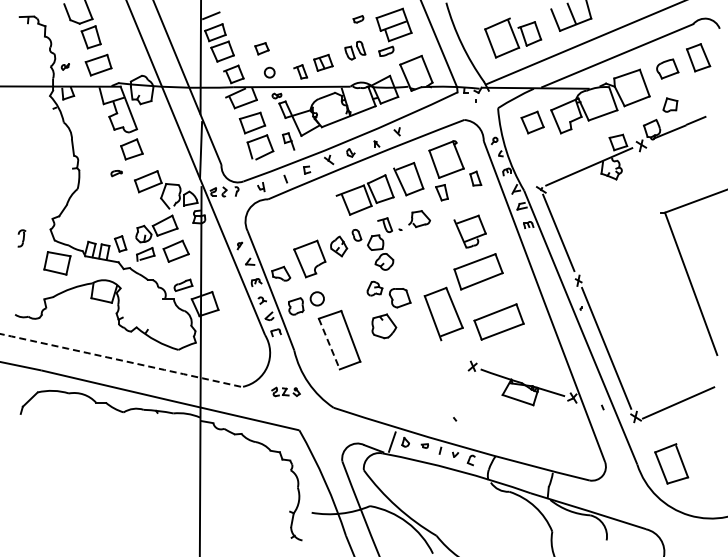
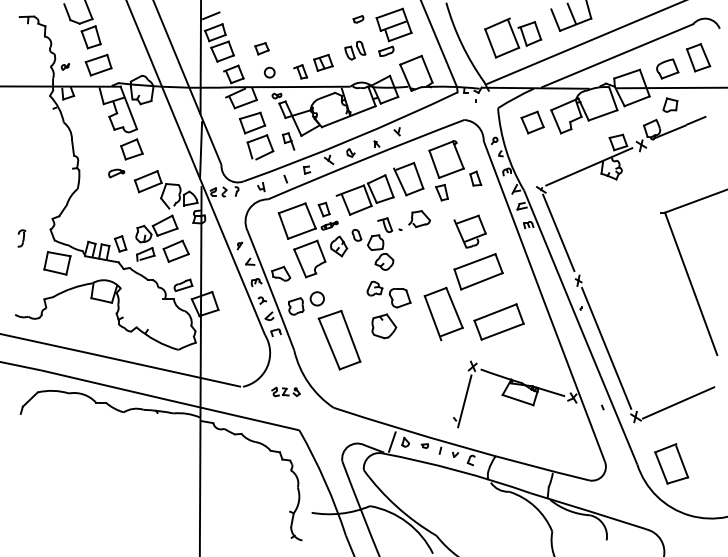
line at (670, 87): none -> present
part at (116, 173) size: 13x8 px -> 18x11 px
part at (307, 220): none -> present
line at (329, 344): dashed -> solid
arc at (119, 360): dashed -> solid
line at (464, 401): none -> present
